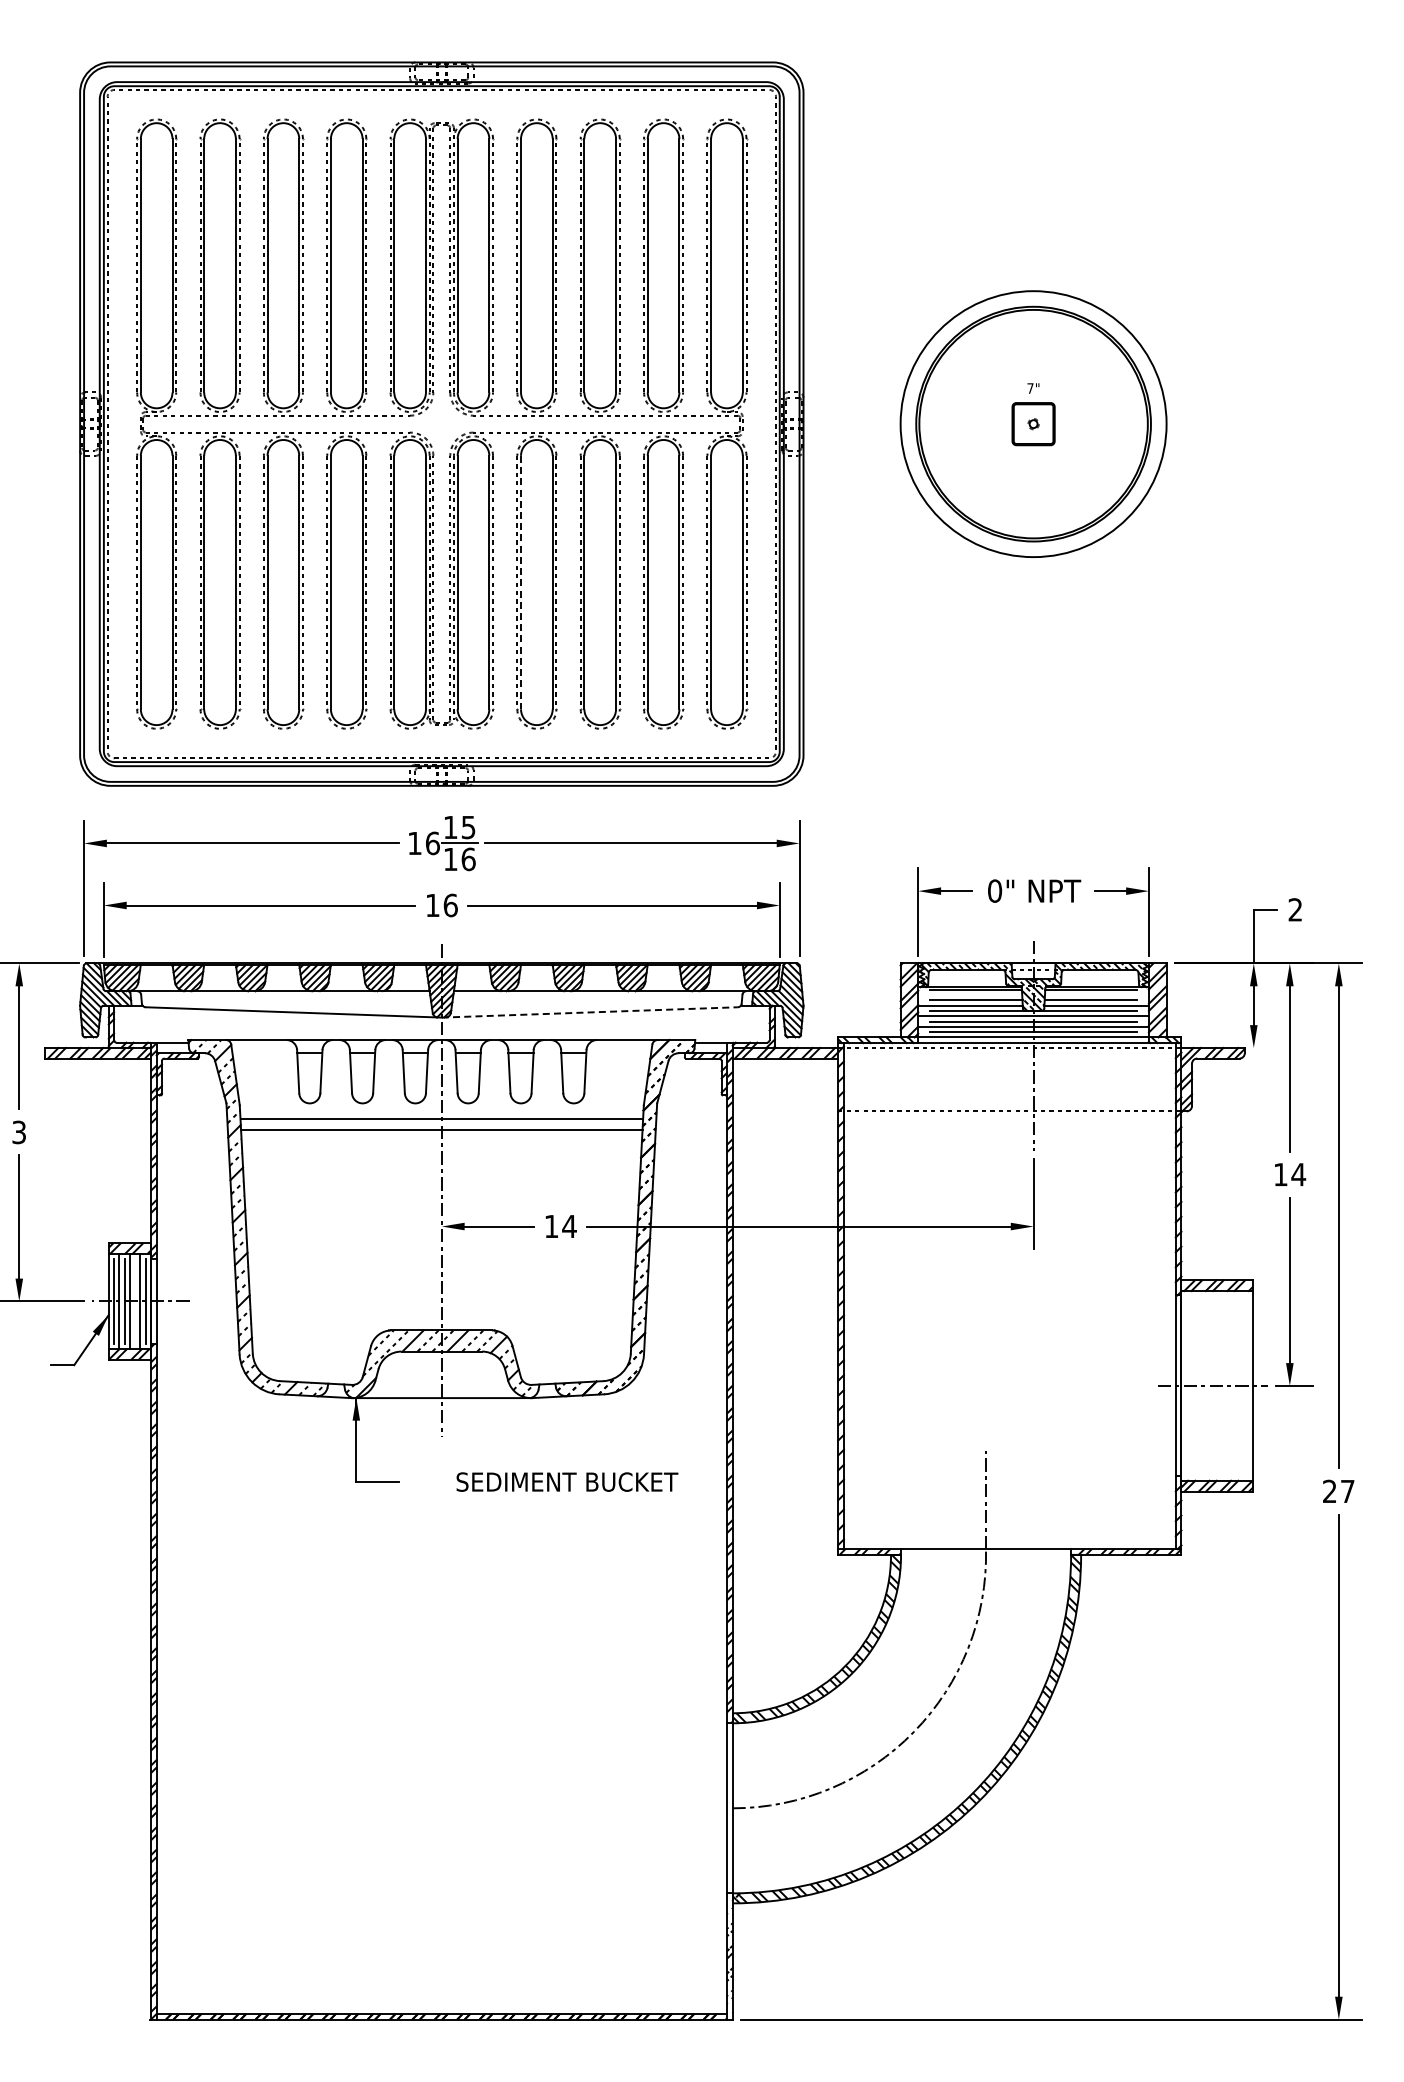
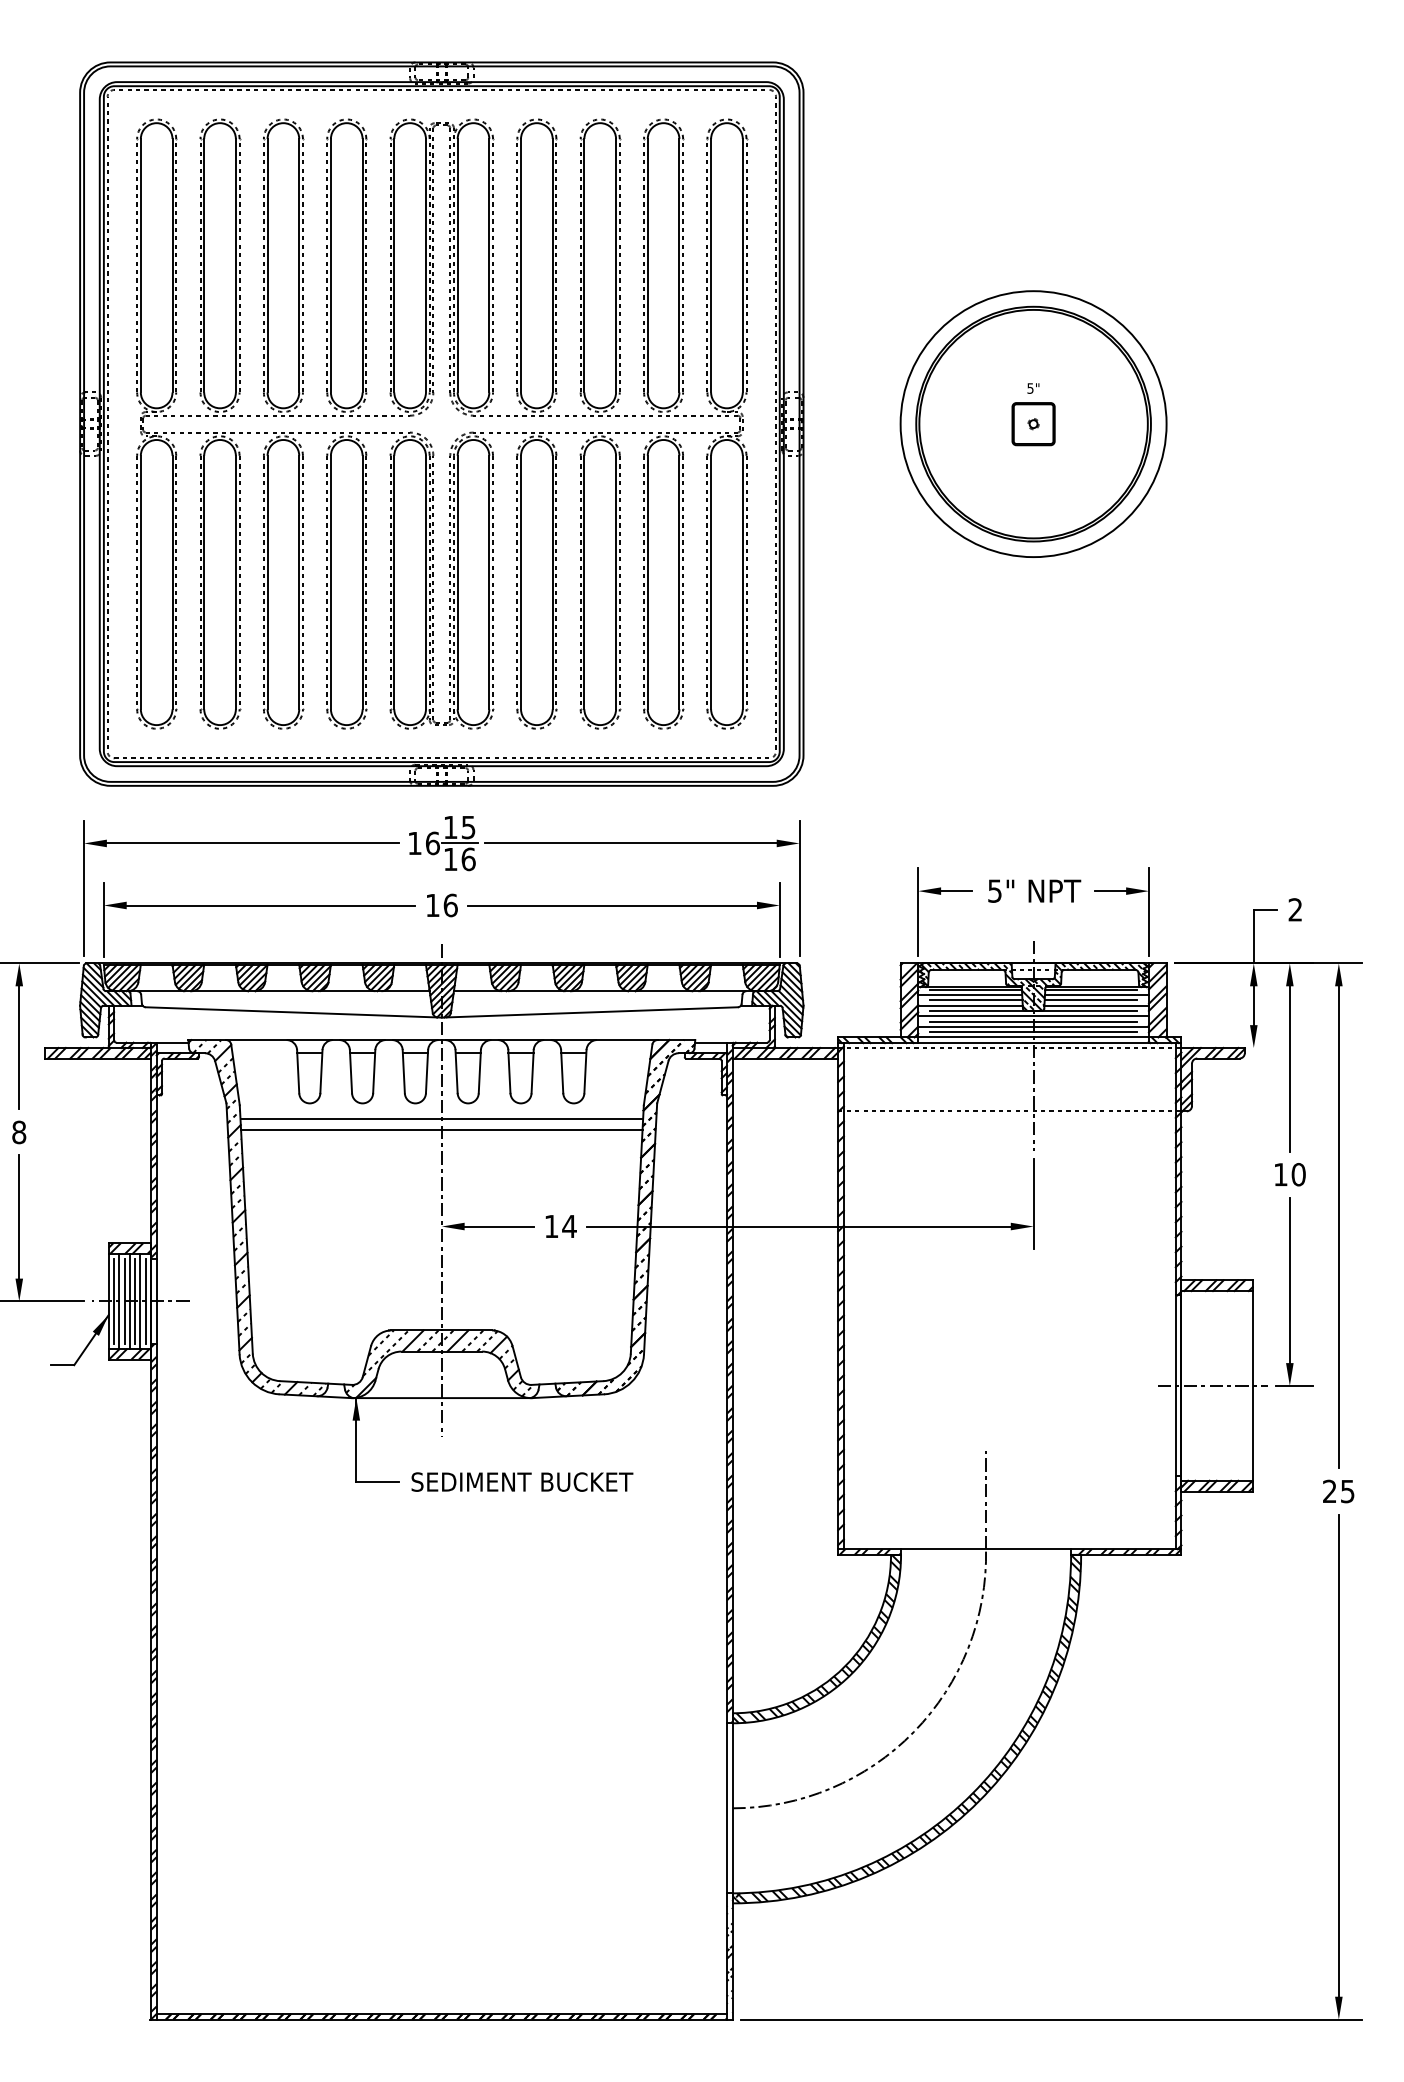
text at (1030, 388): 7" -> 5"
line at (521, 582): dashed -> solid
text at (995, 890): 0" -> 5"
line at (970, 995): none -> present
line at (1096, 995): none -> present
line at (590, 1012): dashed -> solid
text at (19, 1132): 3 -> 8
text at (1298, 1174): 14 -> 10
line at (135, 1301): none -> present
text at (567, 1481) position: (567, 1481) -> (522, 1481)
text at (1347, 1491): 27 -> 25
